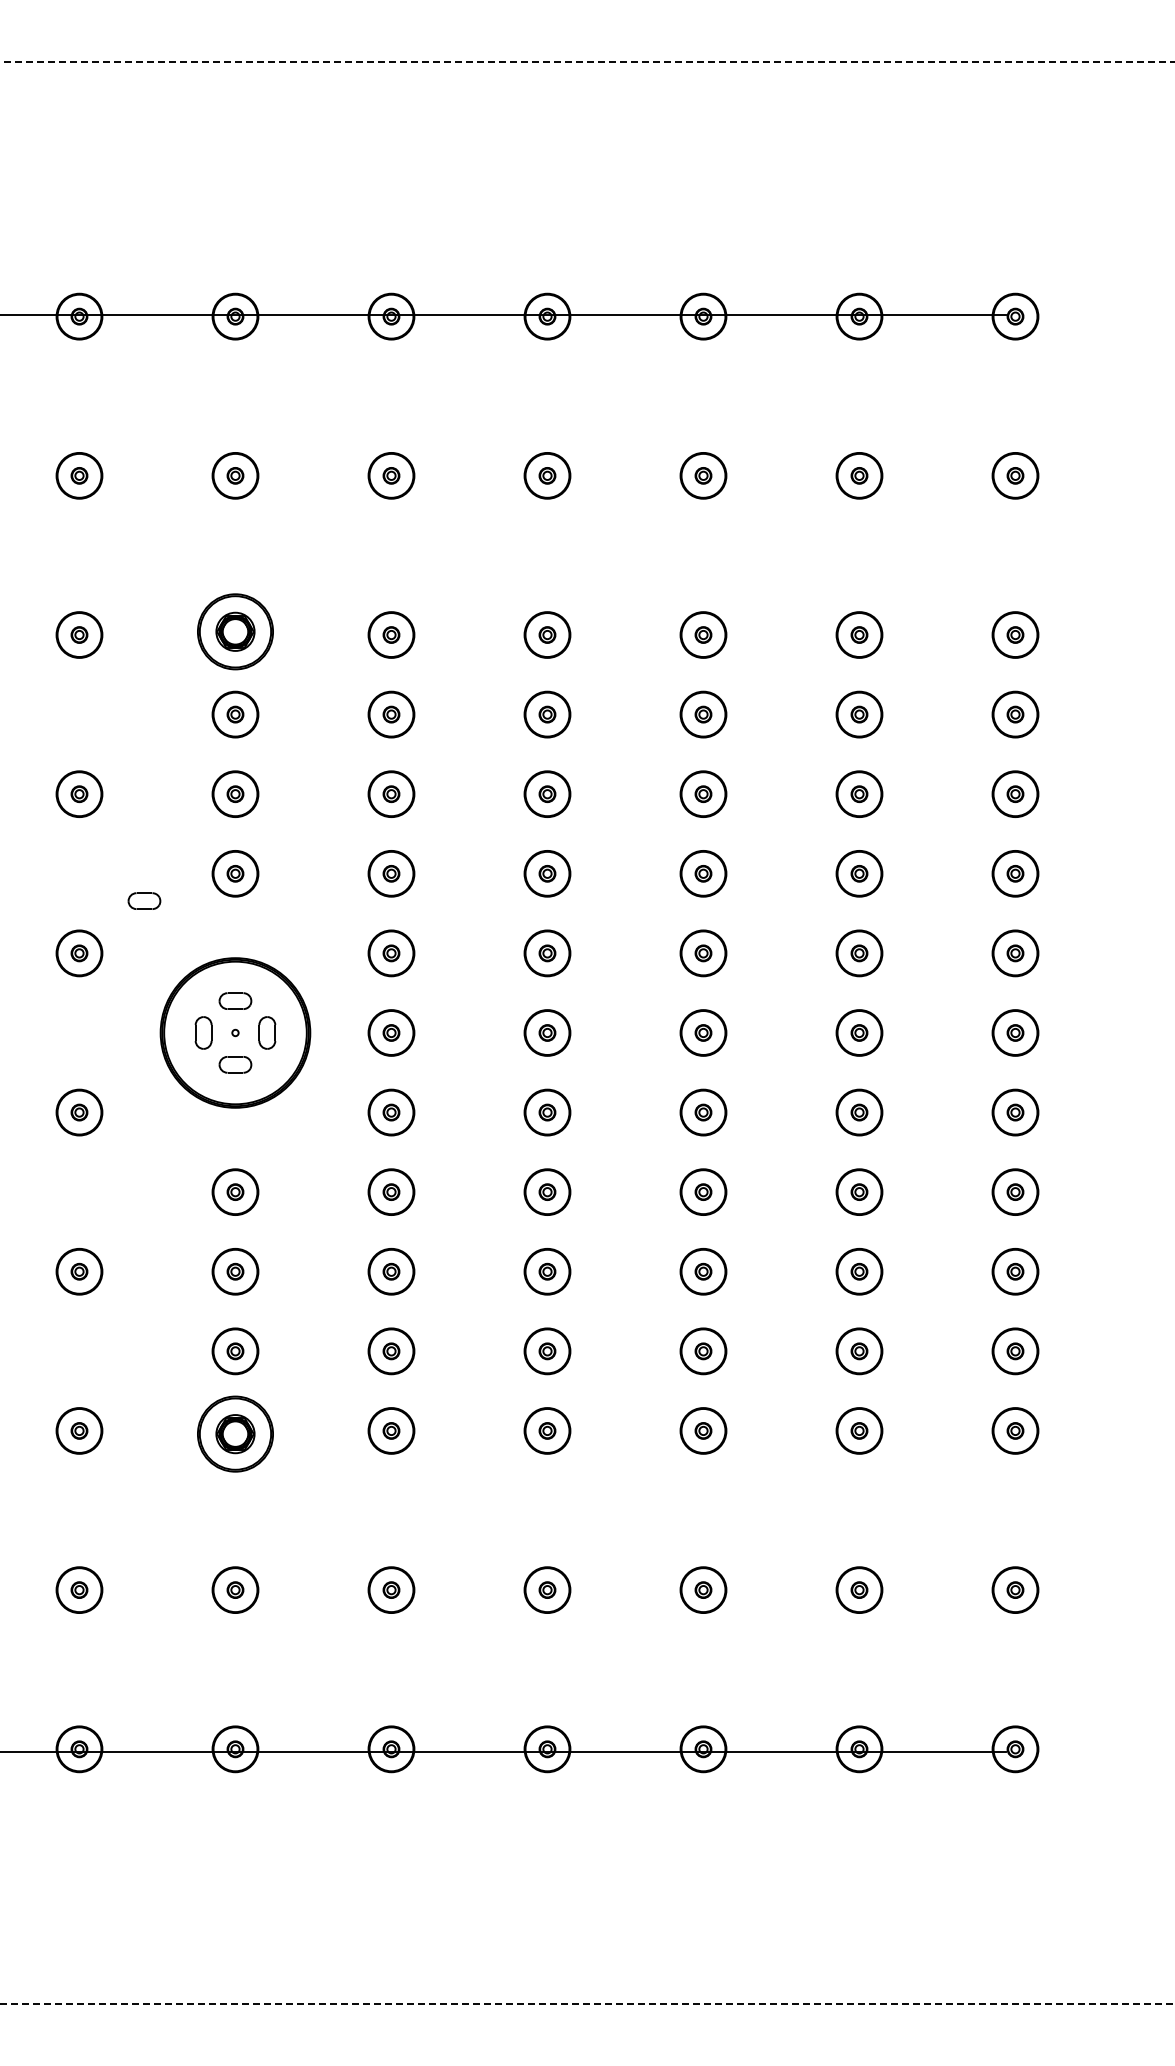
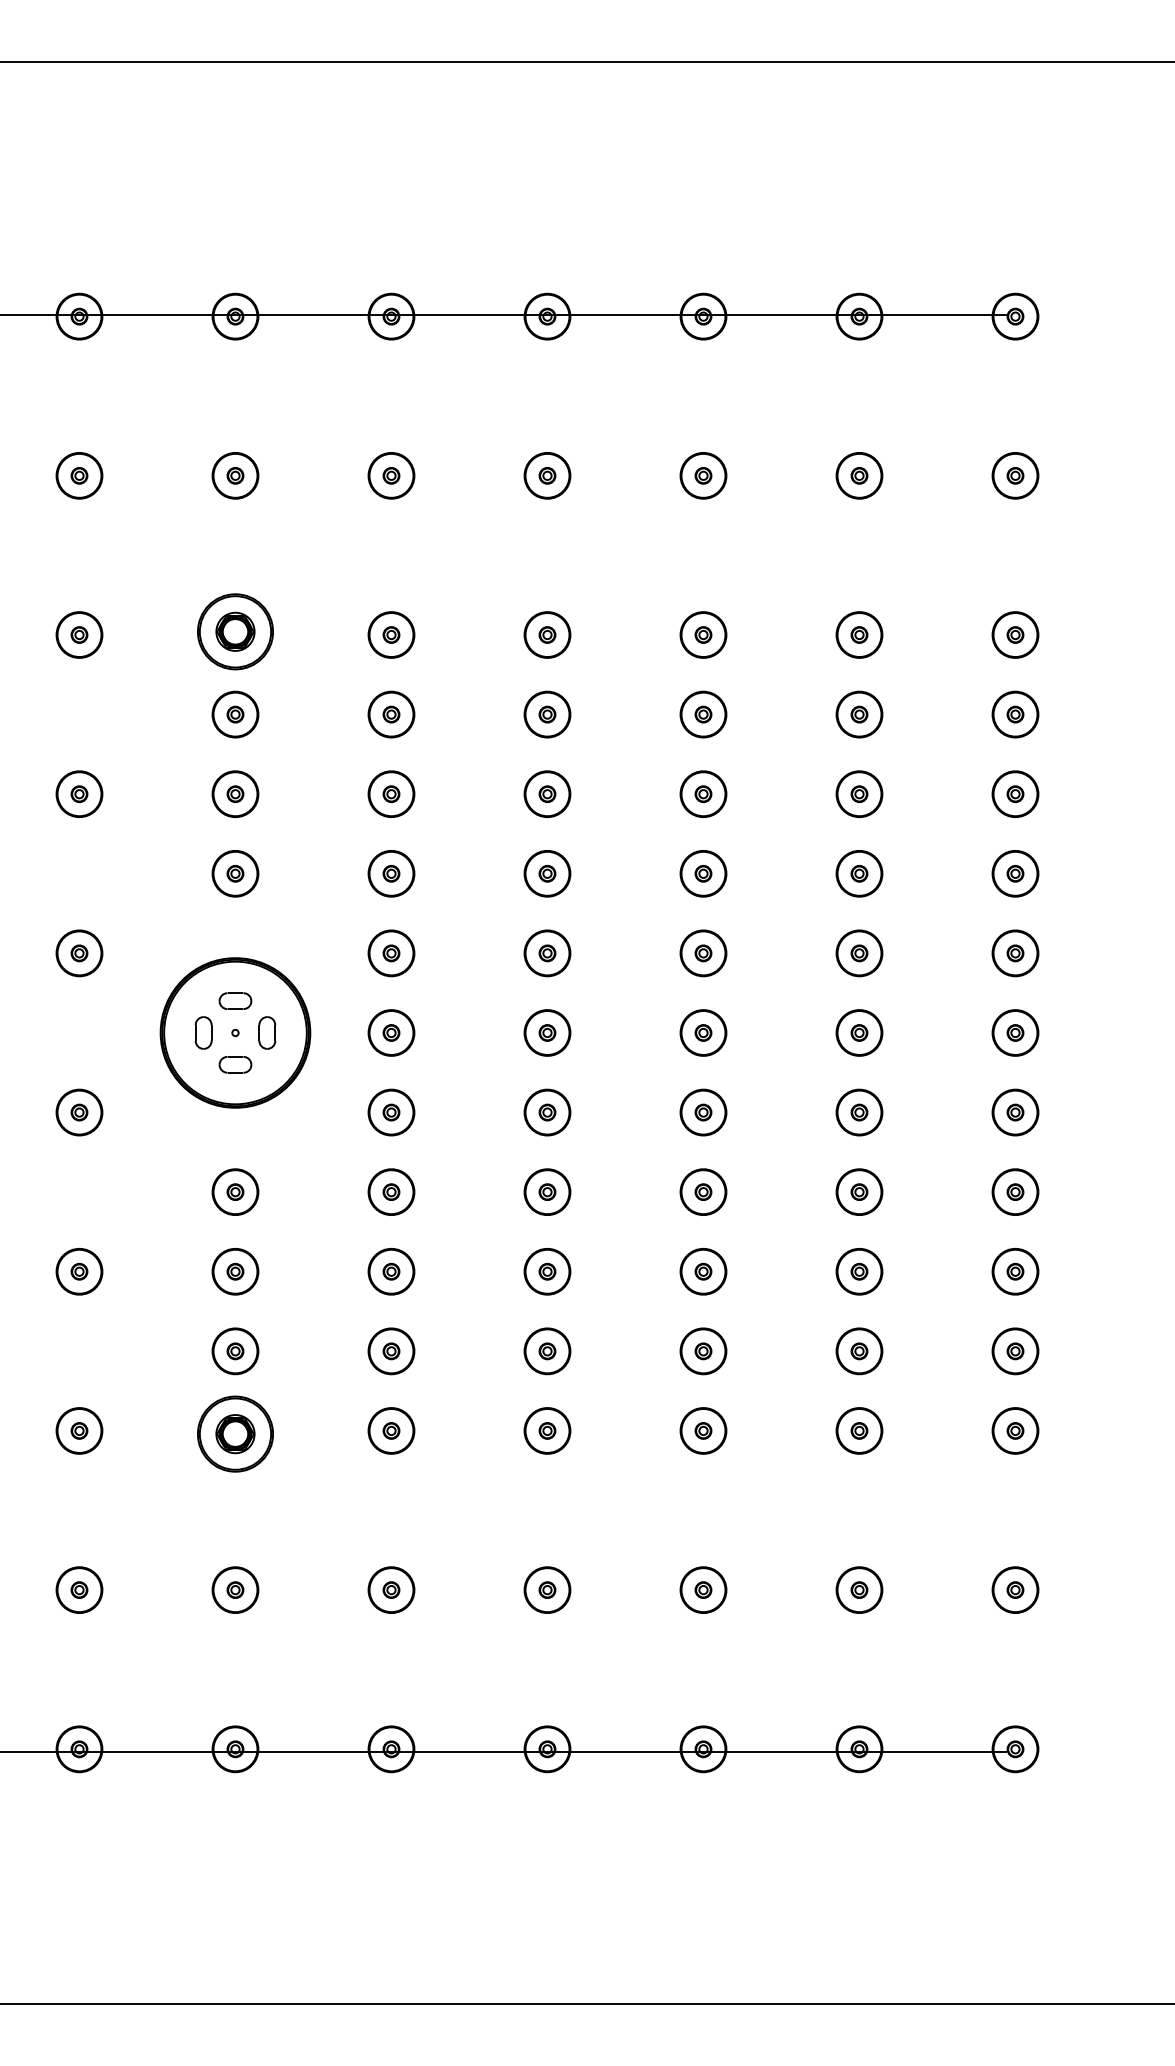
line at (587, 61): dashed -> solid
part at (144, 900): present -> none
line at (587, 2004): dashed -> solid
